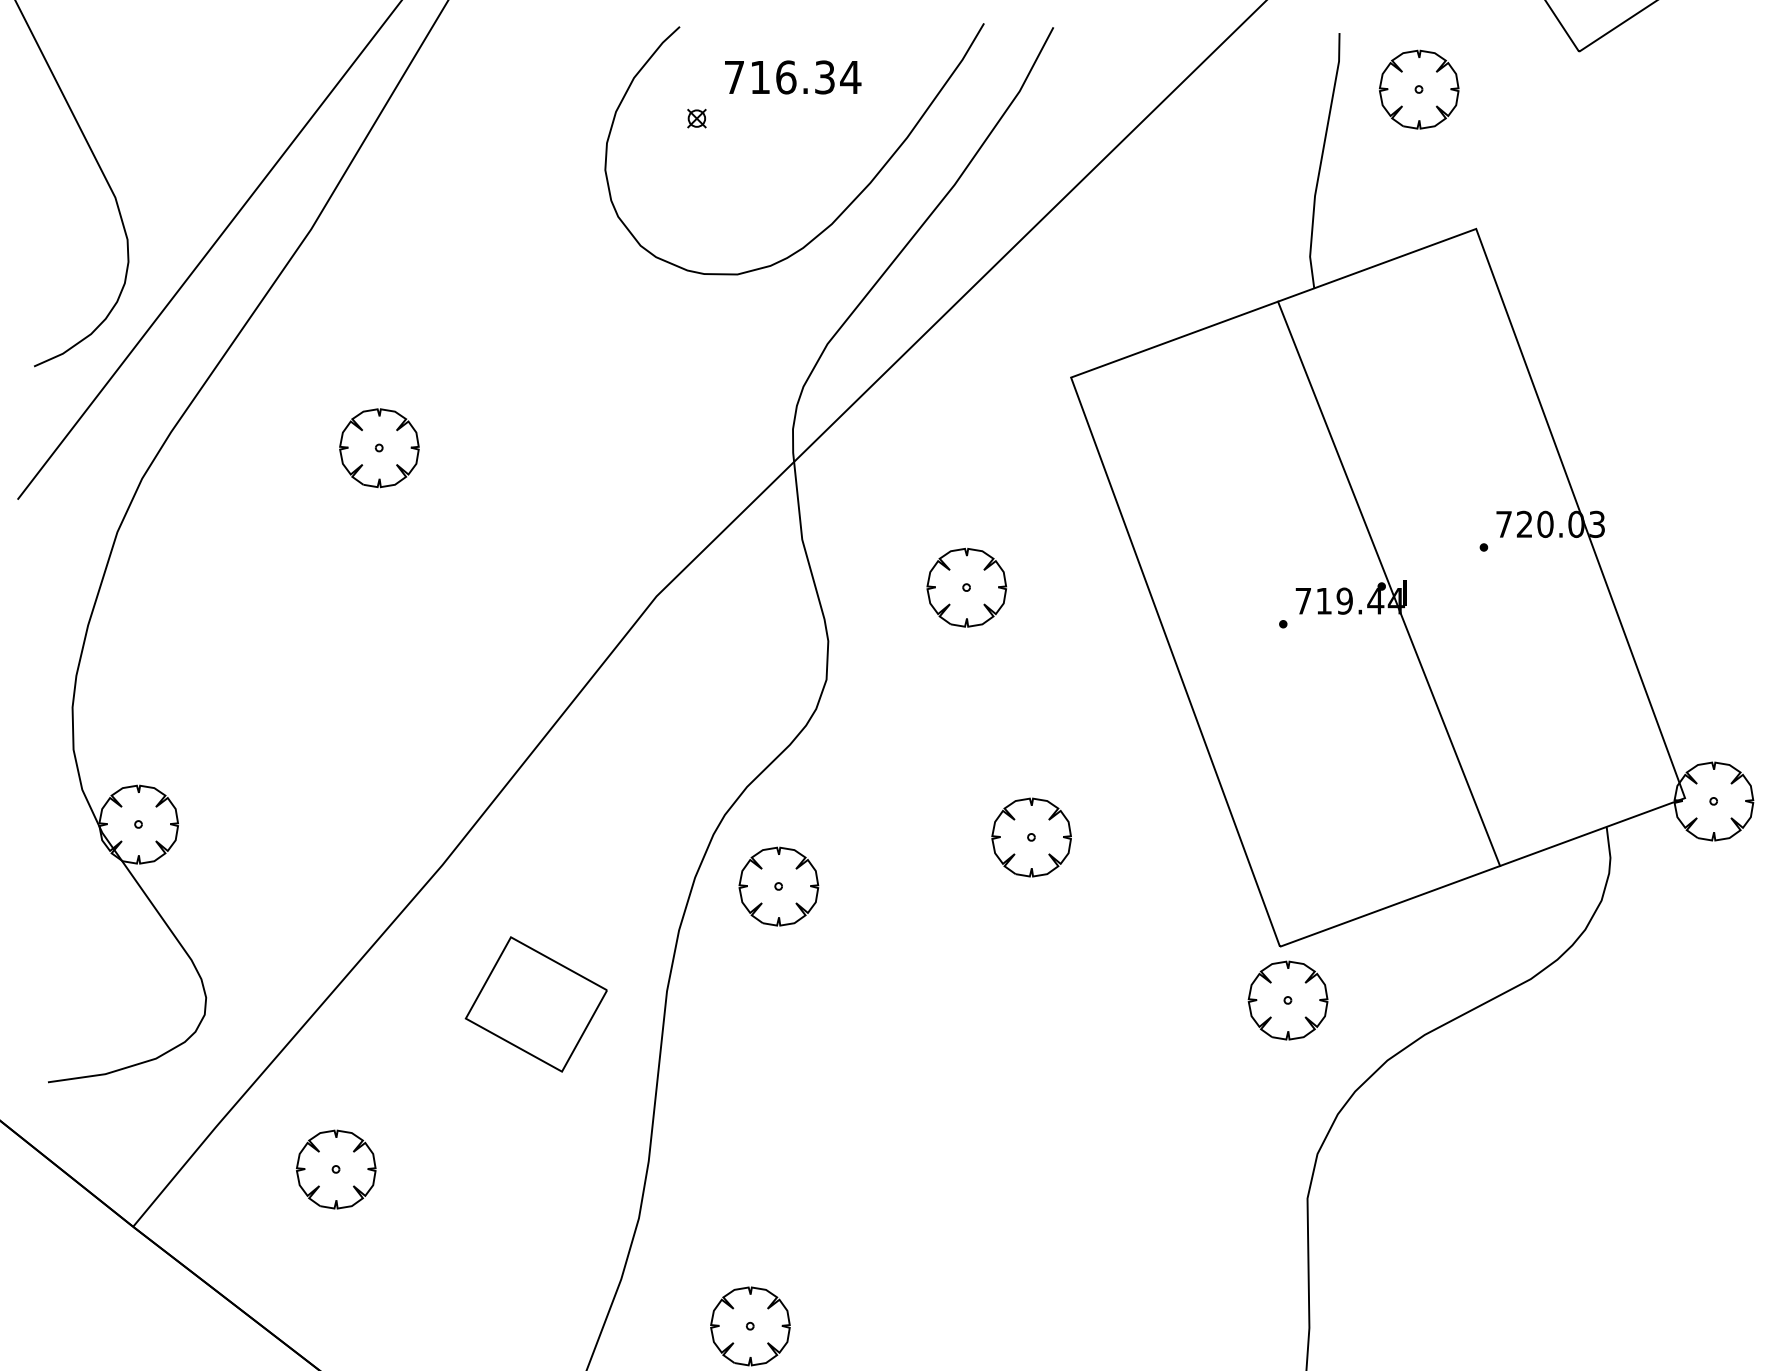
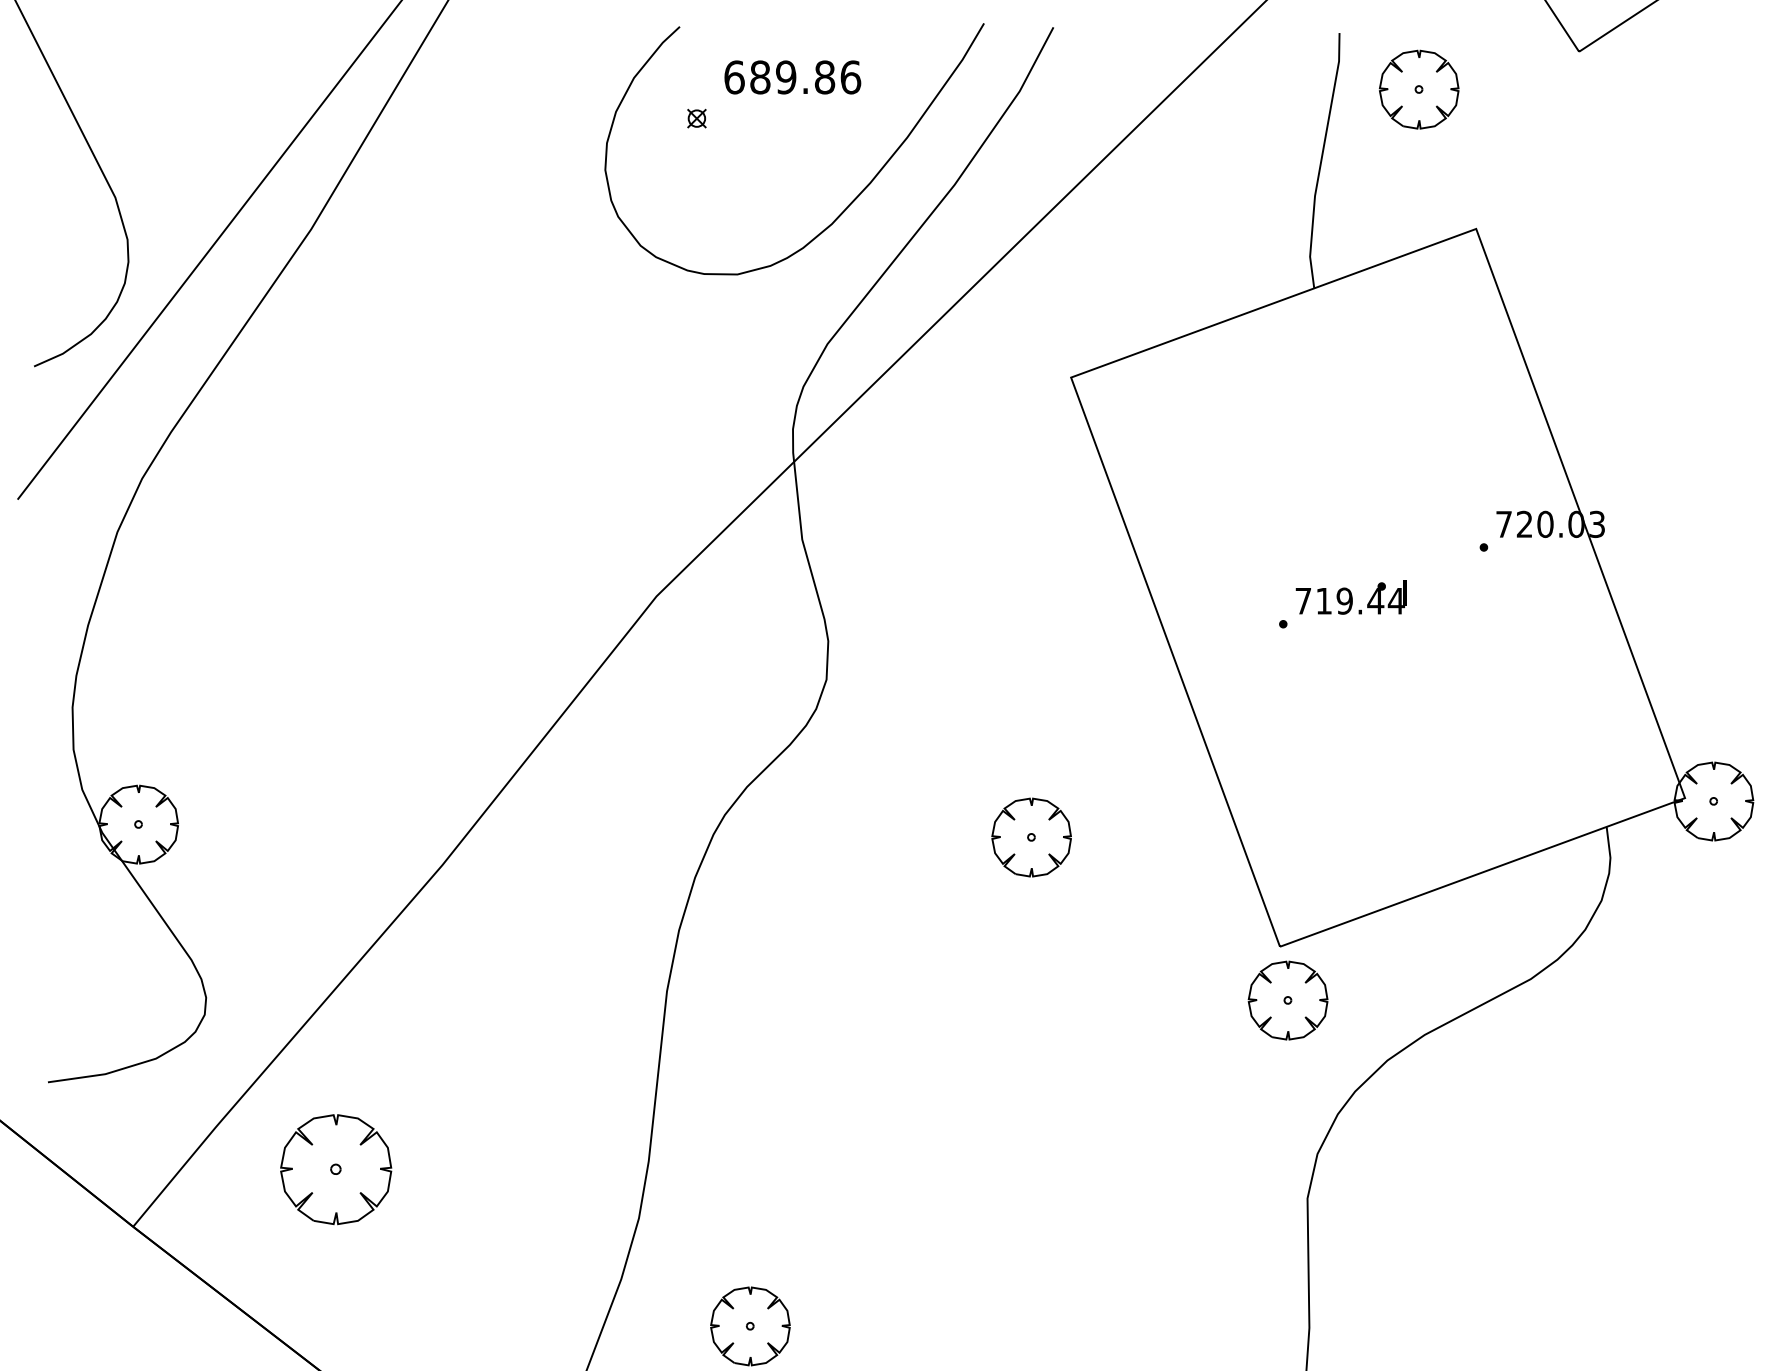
text at (792, 77): 716.34 -> 689.86
part at (379, 448): present -> none
line at (1389, 583): present -> none
part at (966, 587): present -> none
part at (778, 886): present -> none
part at (535, 1004): present -> none
part at (336, 1169) size: 81x81 px -> 113x112 px
